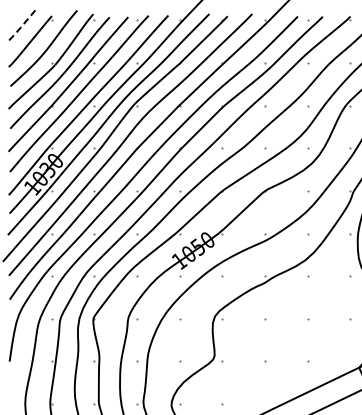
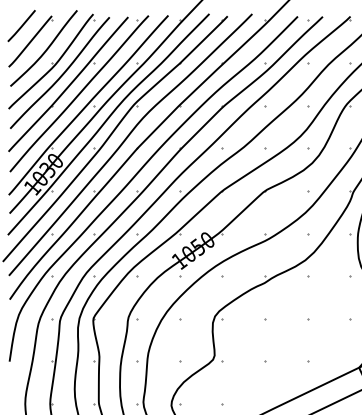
line at (21, 27): dashed -> solid
